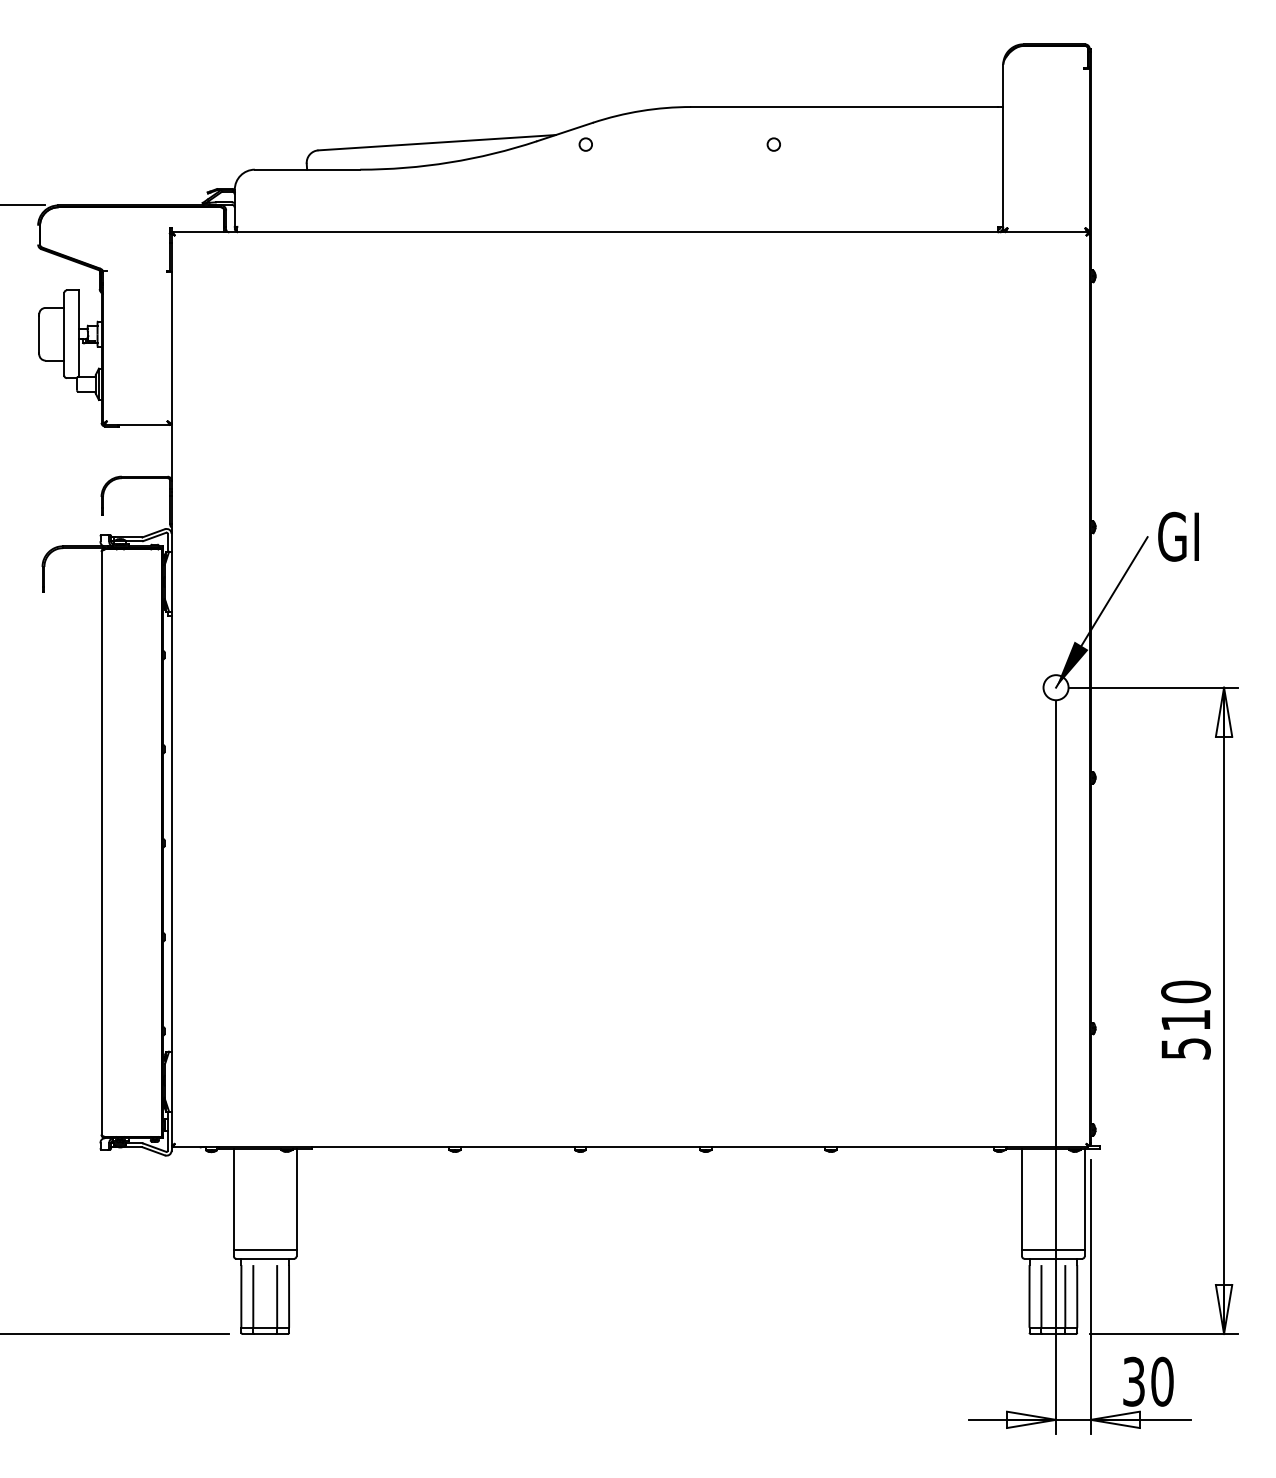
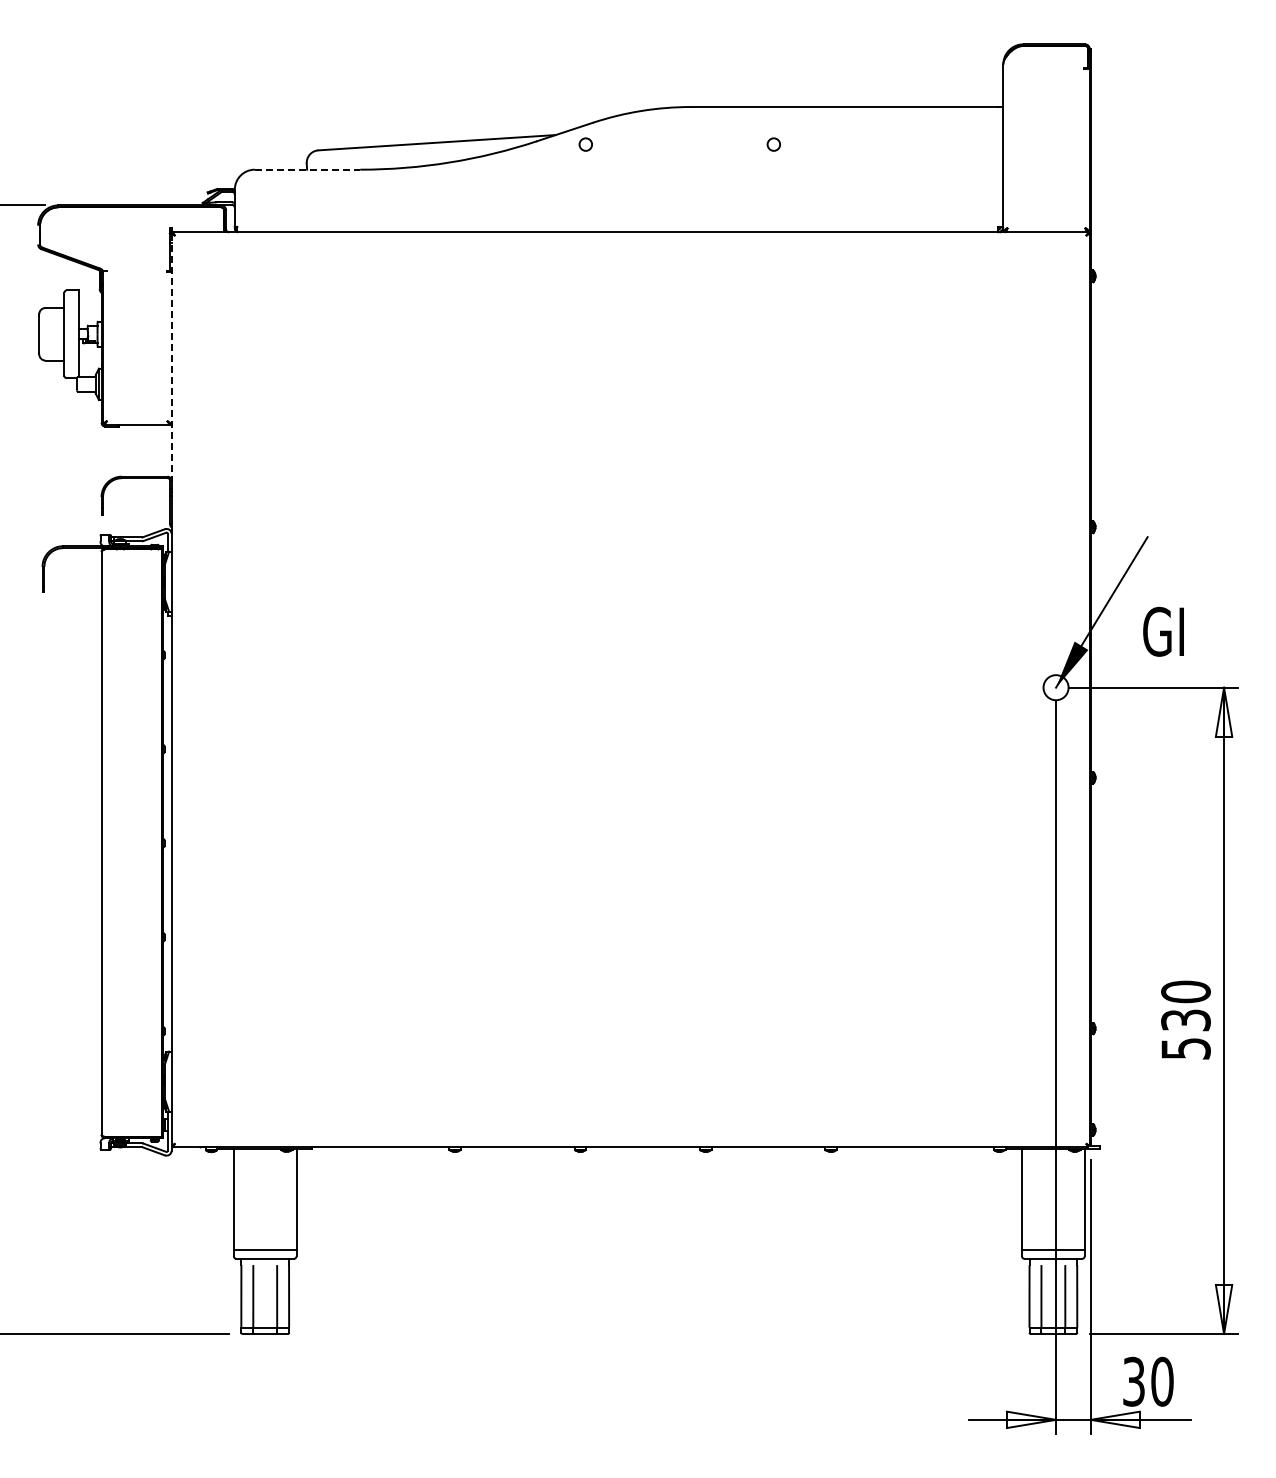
line at (307, 169): solid -> dashed
line at (171, 357): solid -> dashed
text at (1178, 536) position: (1178, 536) -> (1163, 631)
text at (1185, 1020): 510 -> 530
